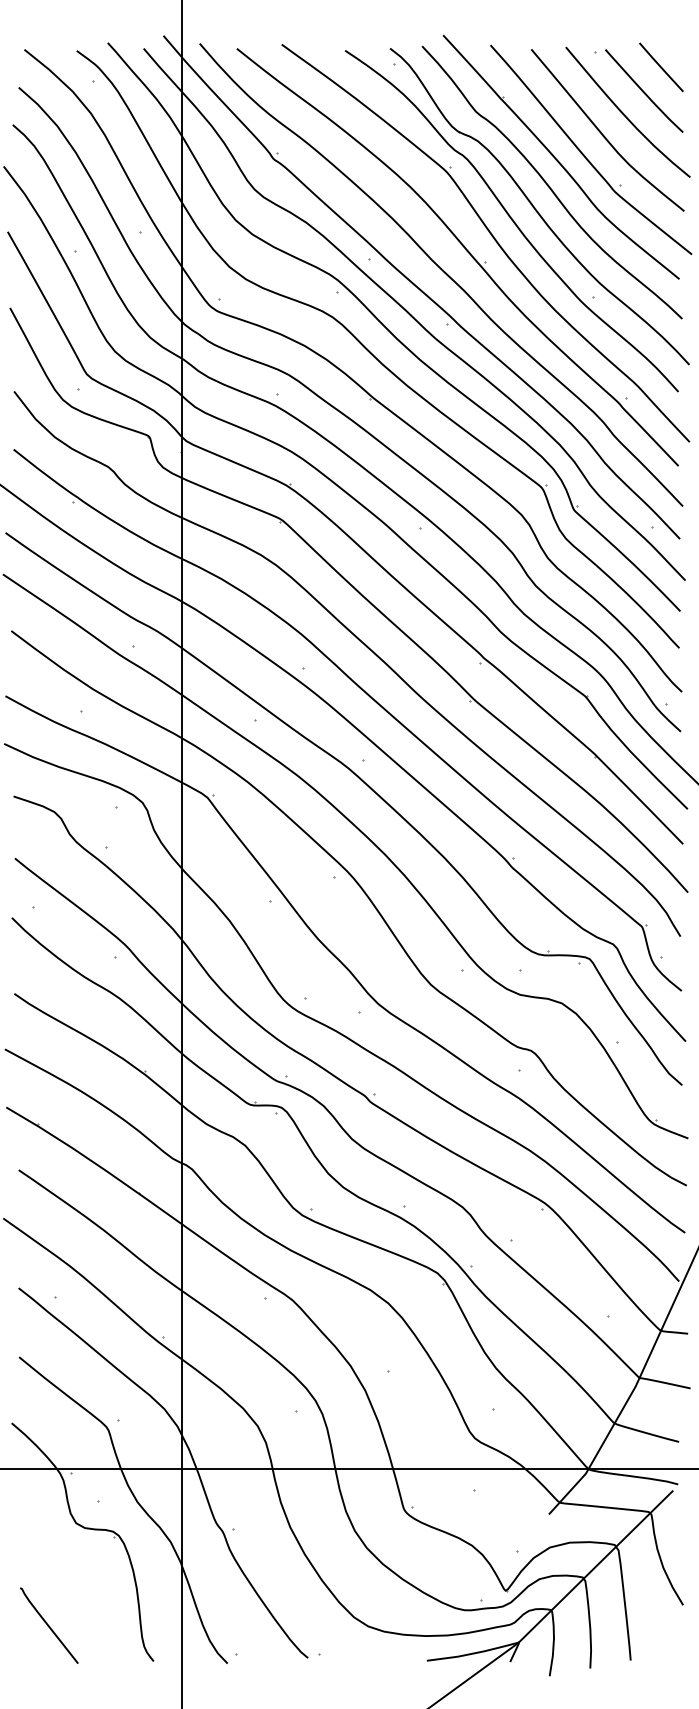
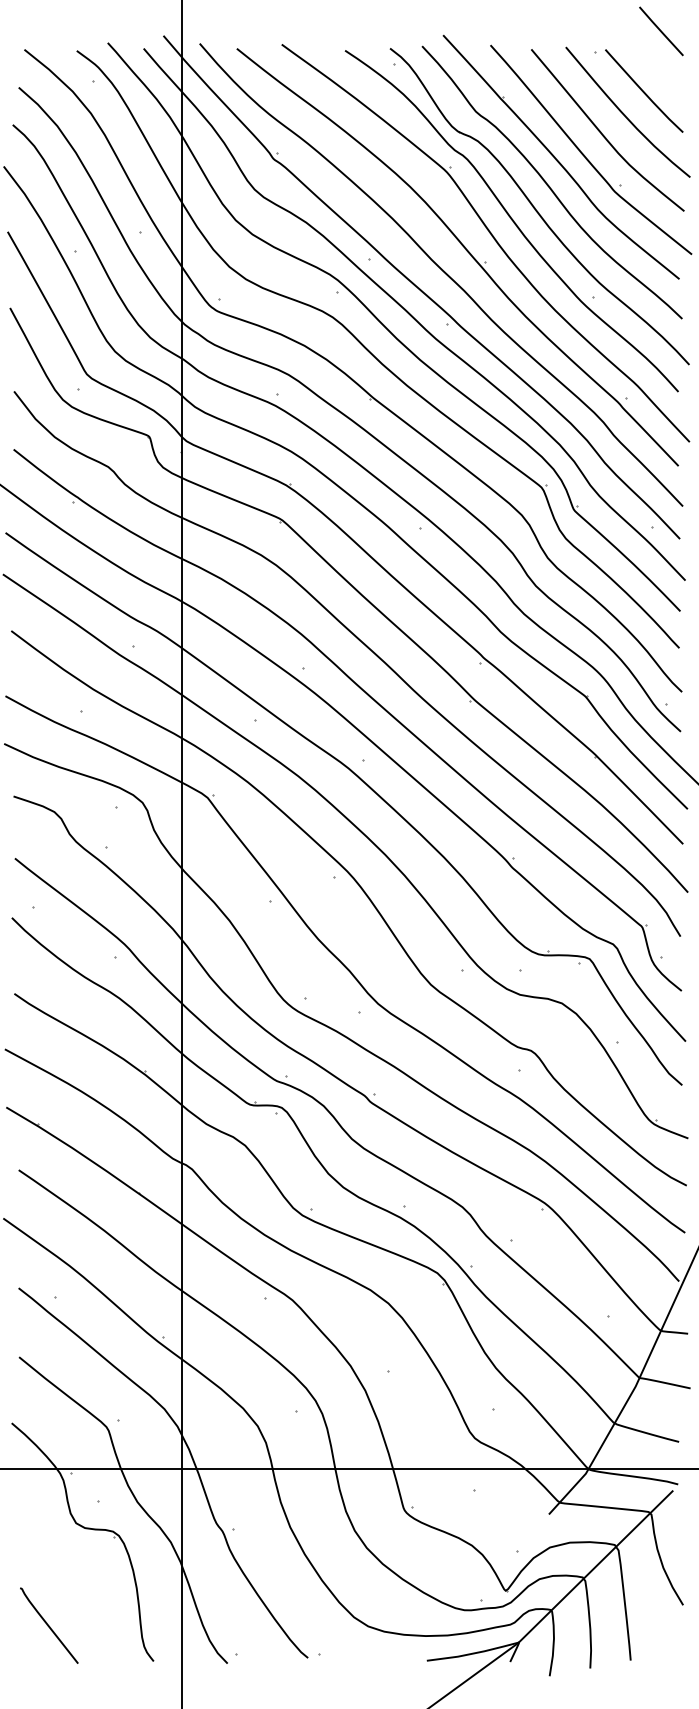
line at (661, 67) position: (661, 67) -> (661, 31)
